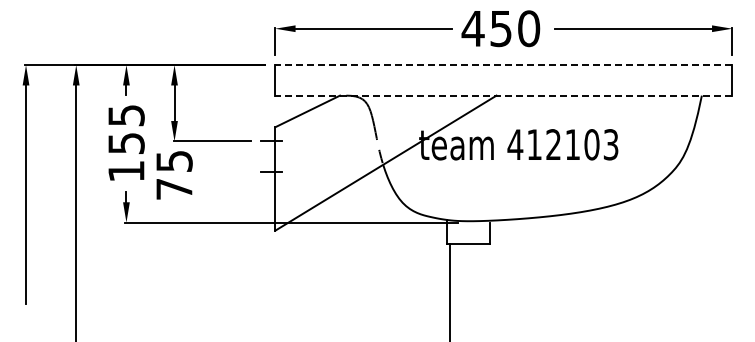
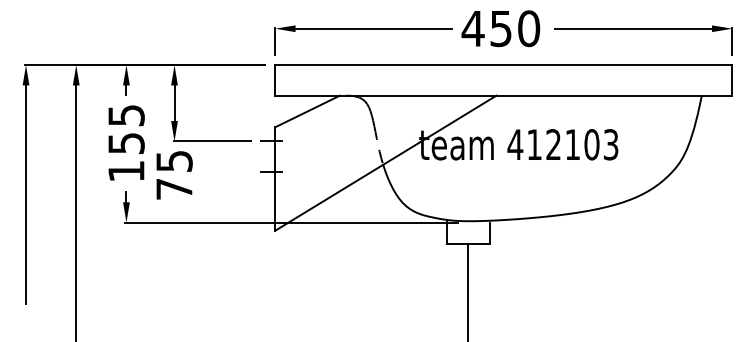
line at (503, 65): dashed -> solid
line at (503, 95): dashed -> solid
line at (450, 291) position: (450, 291) -> (468, 291)
